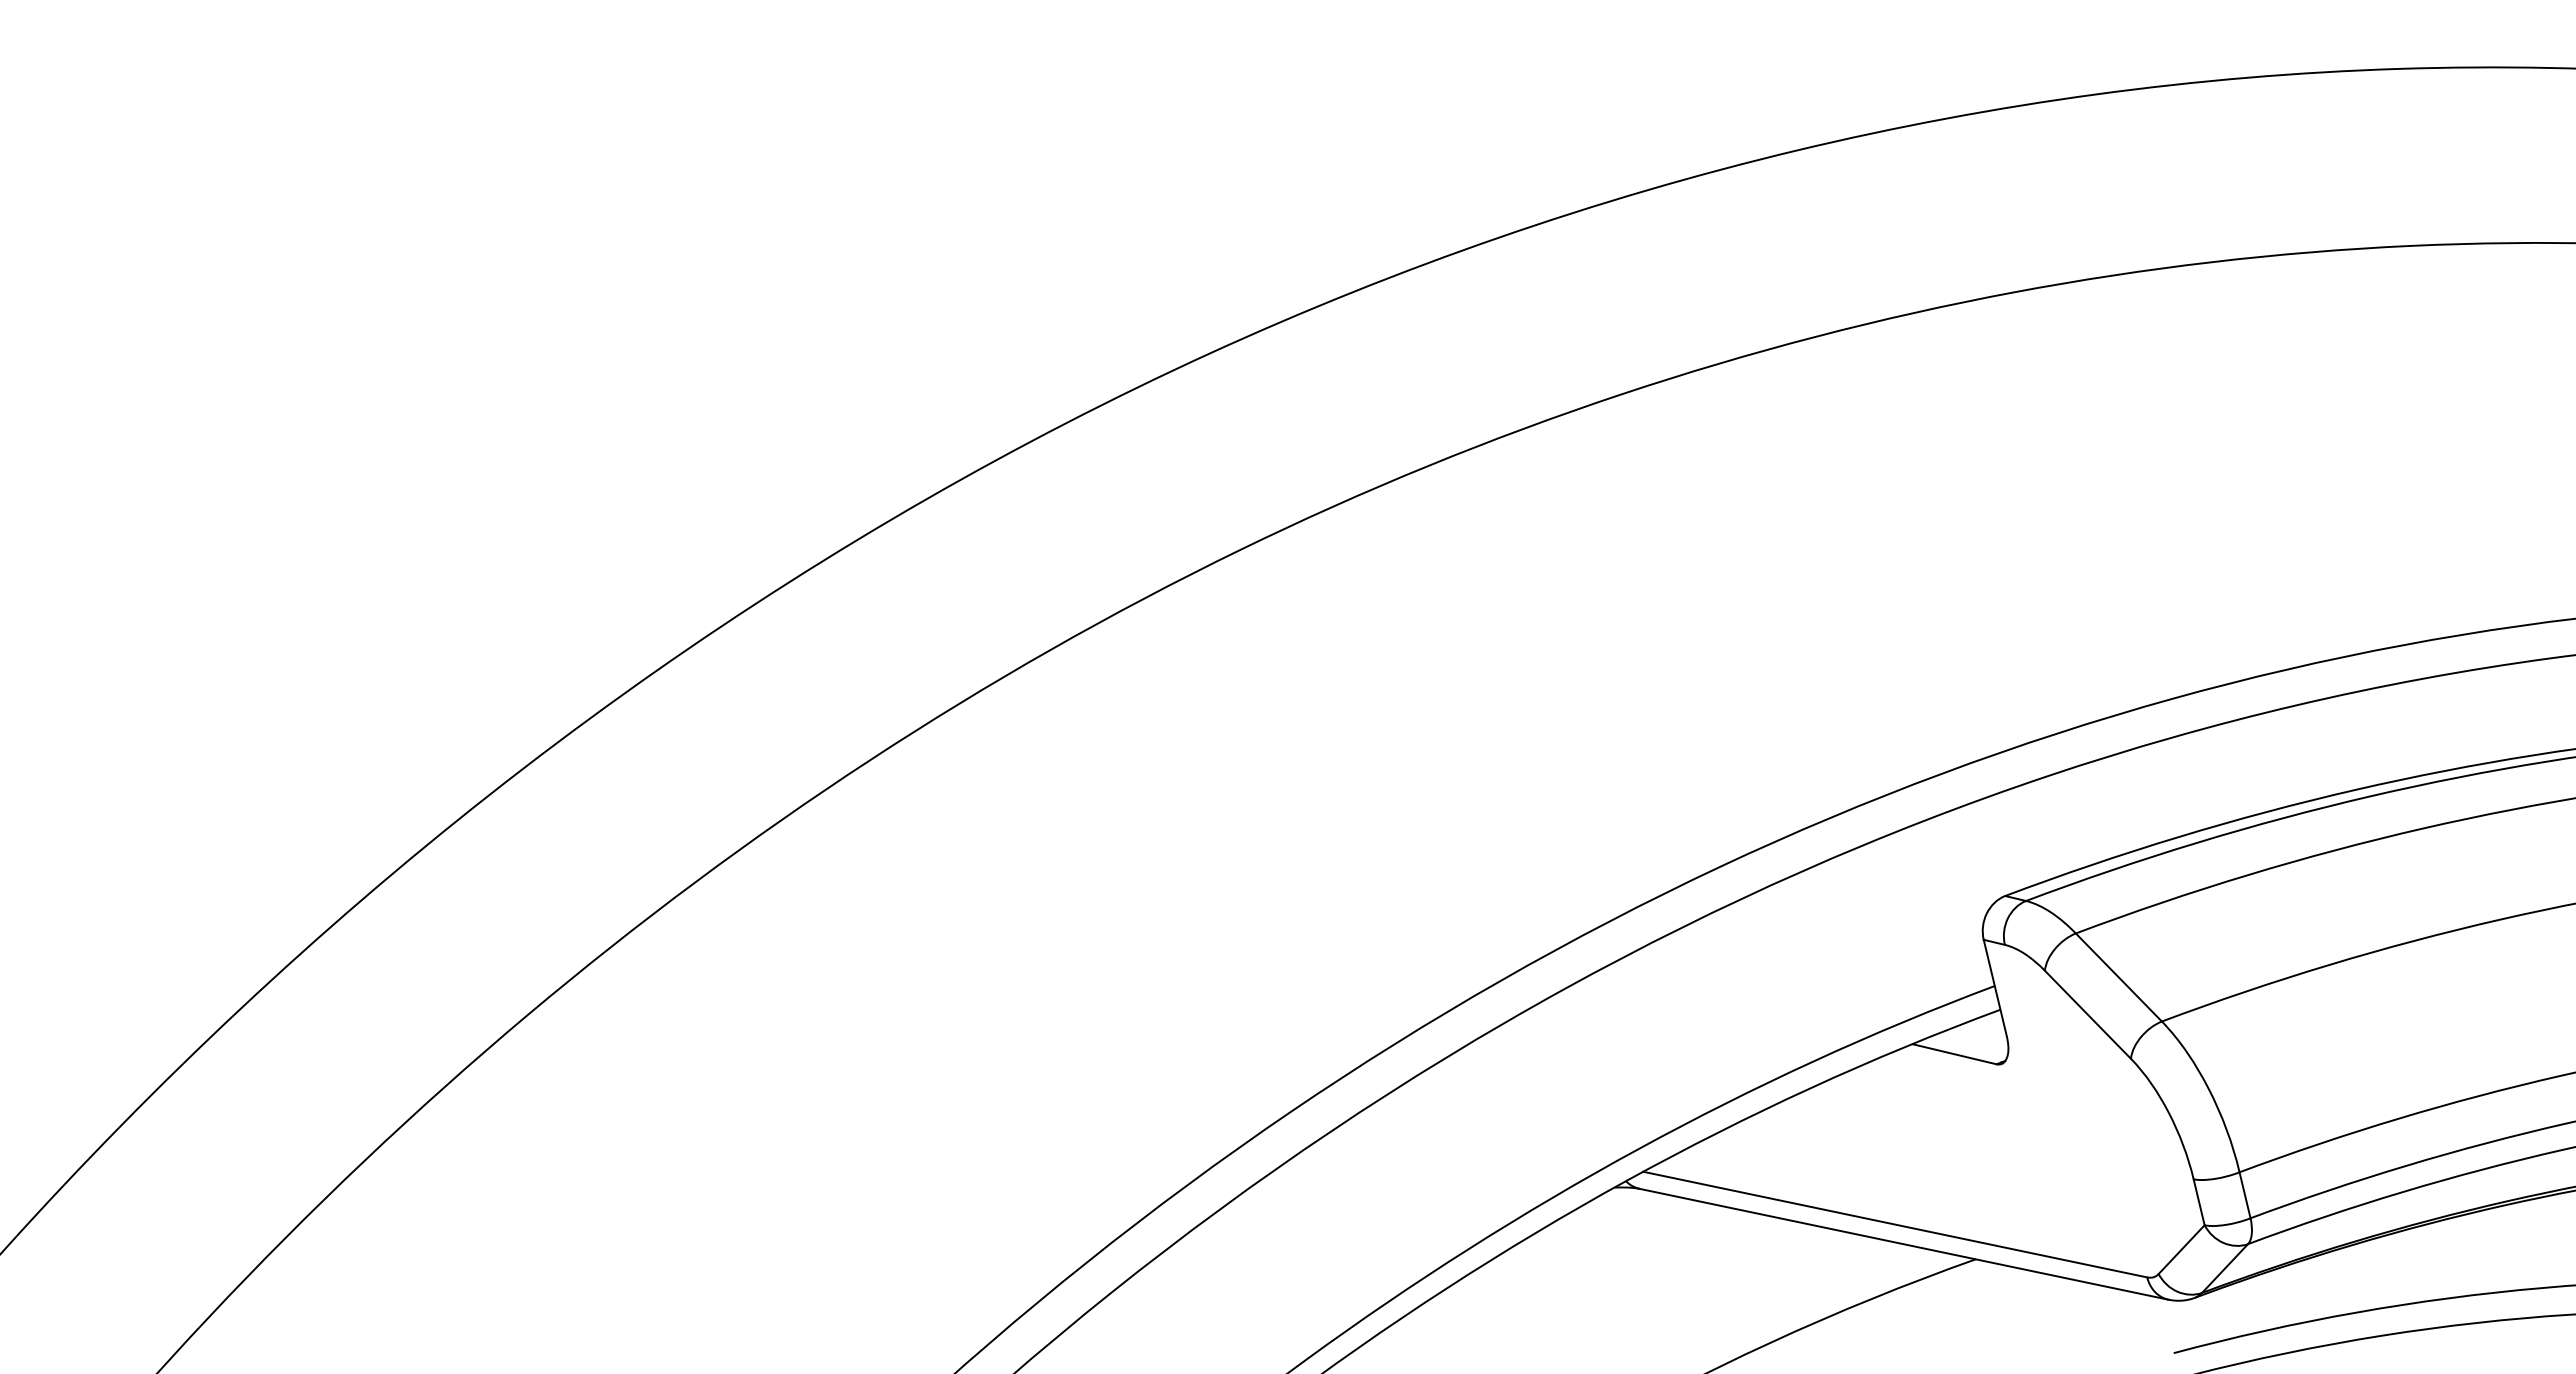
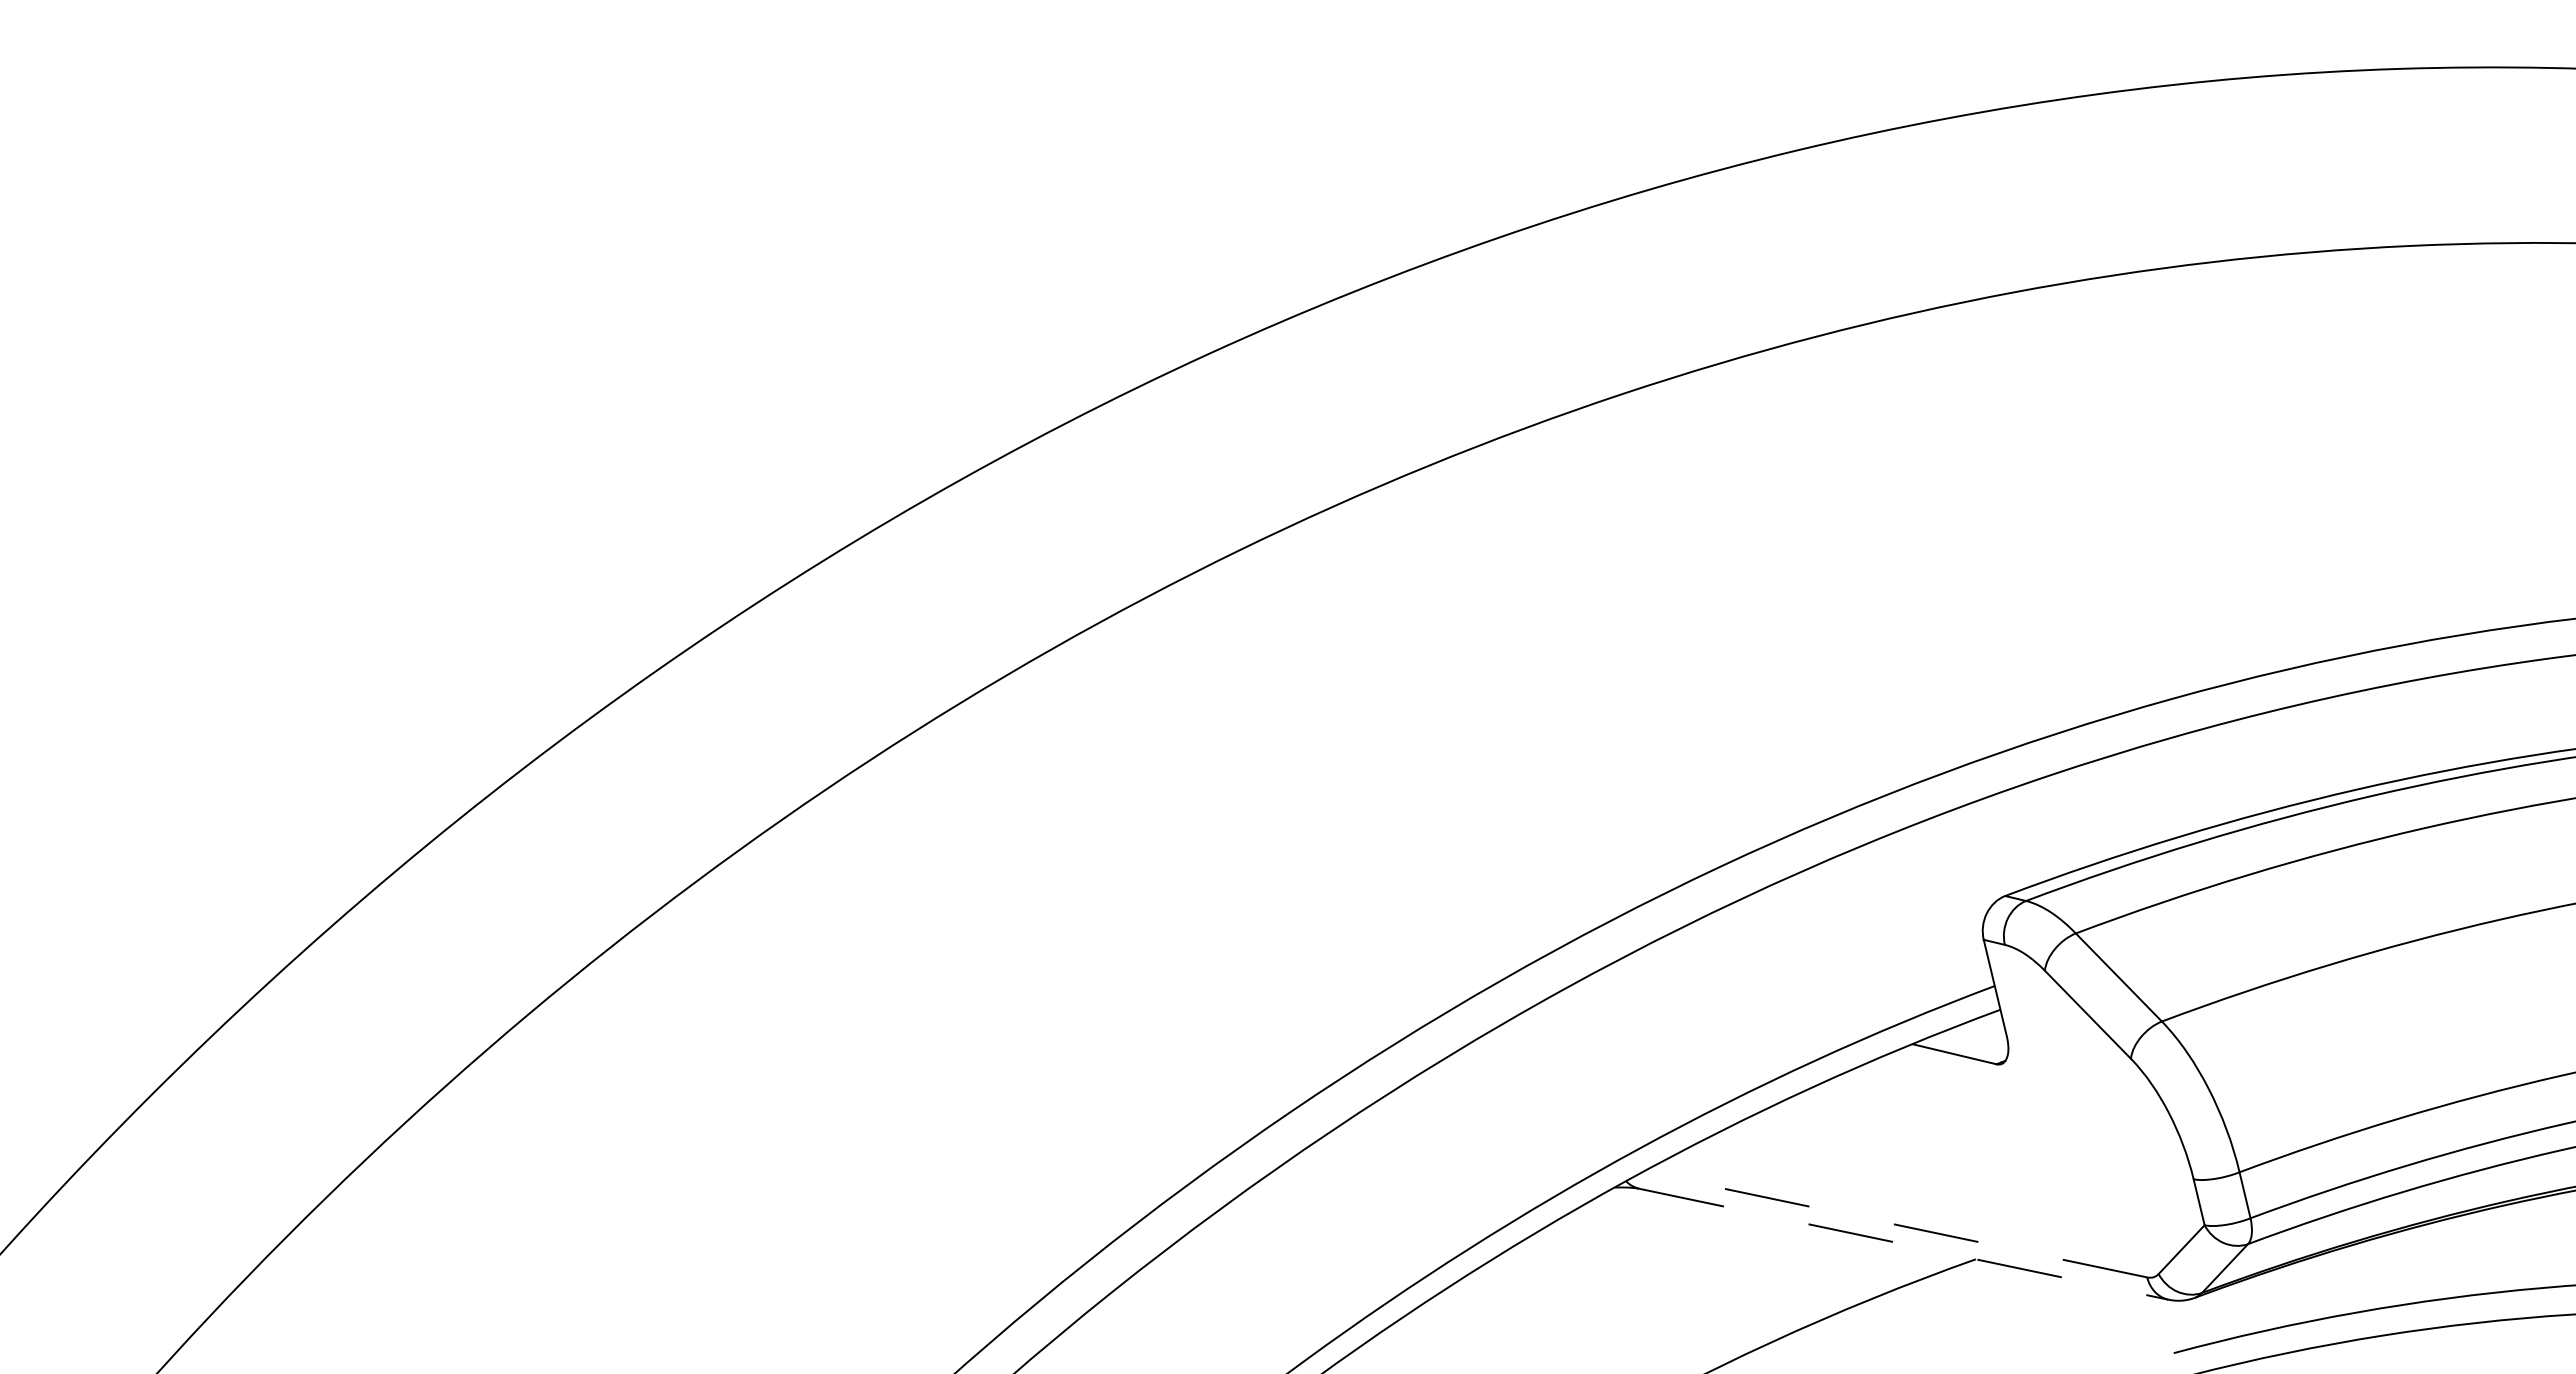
line at (1894, 1224): solid -> dashed
line at (1904, 1244): solid -> dashed
